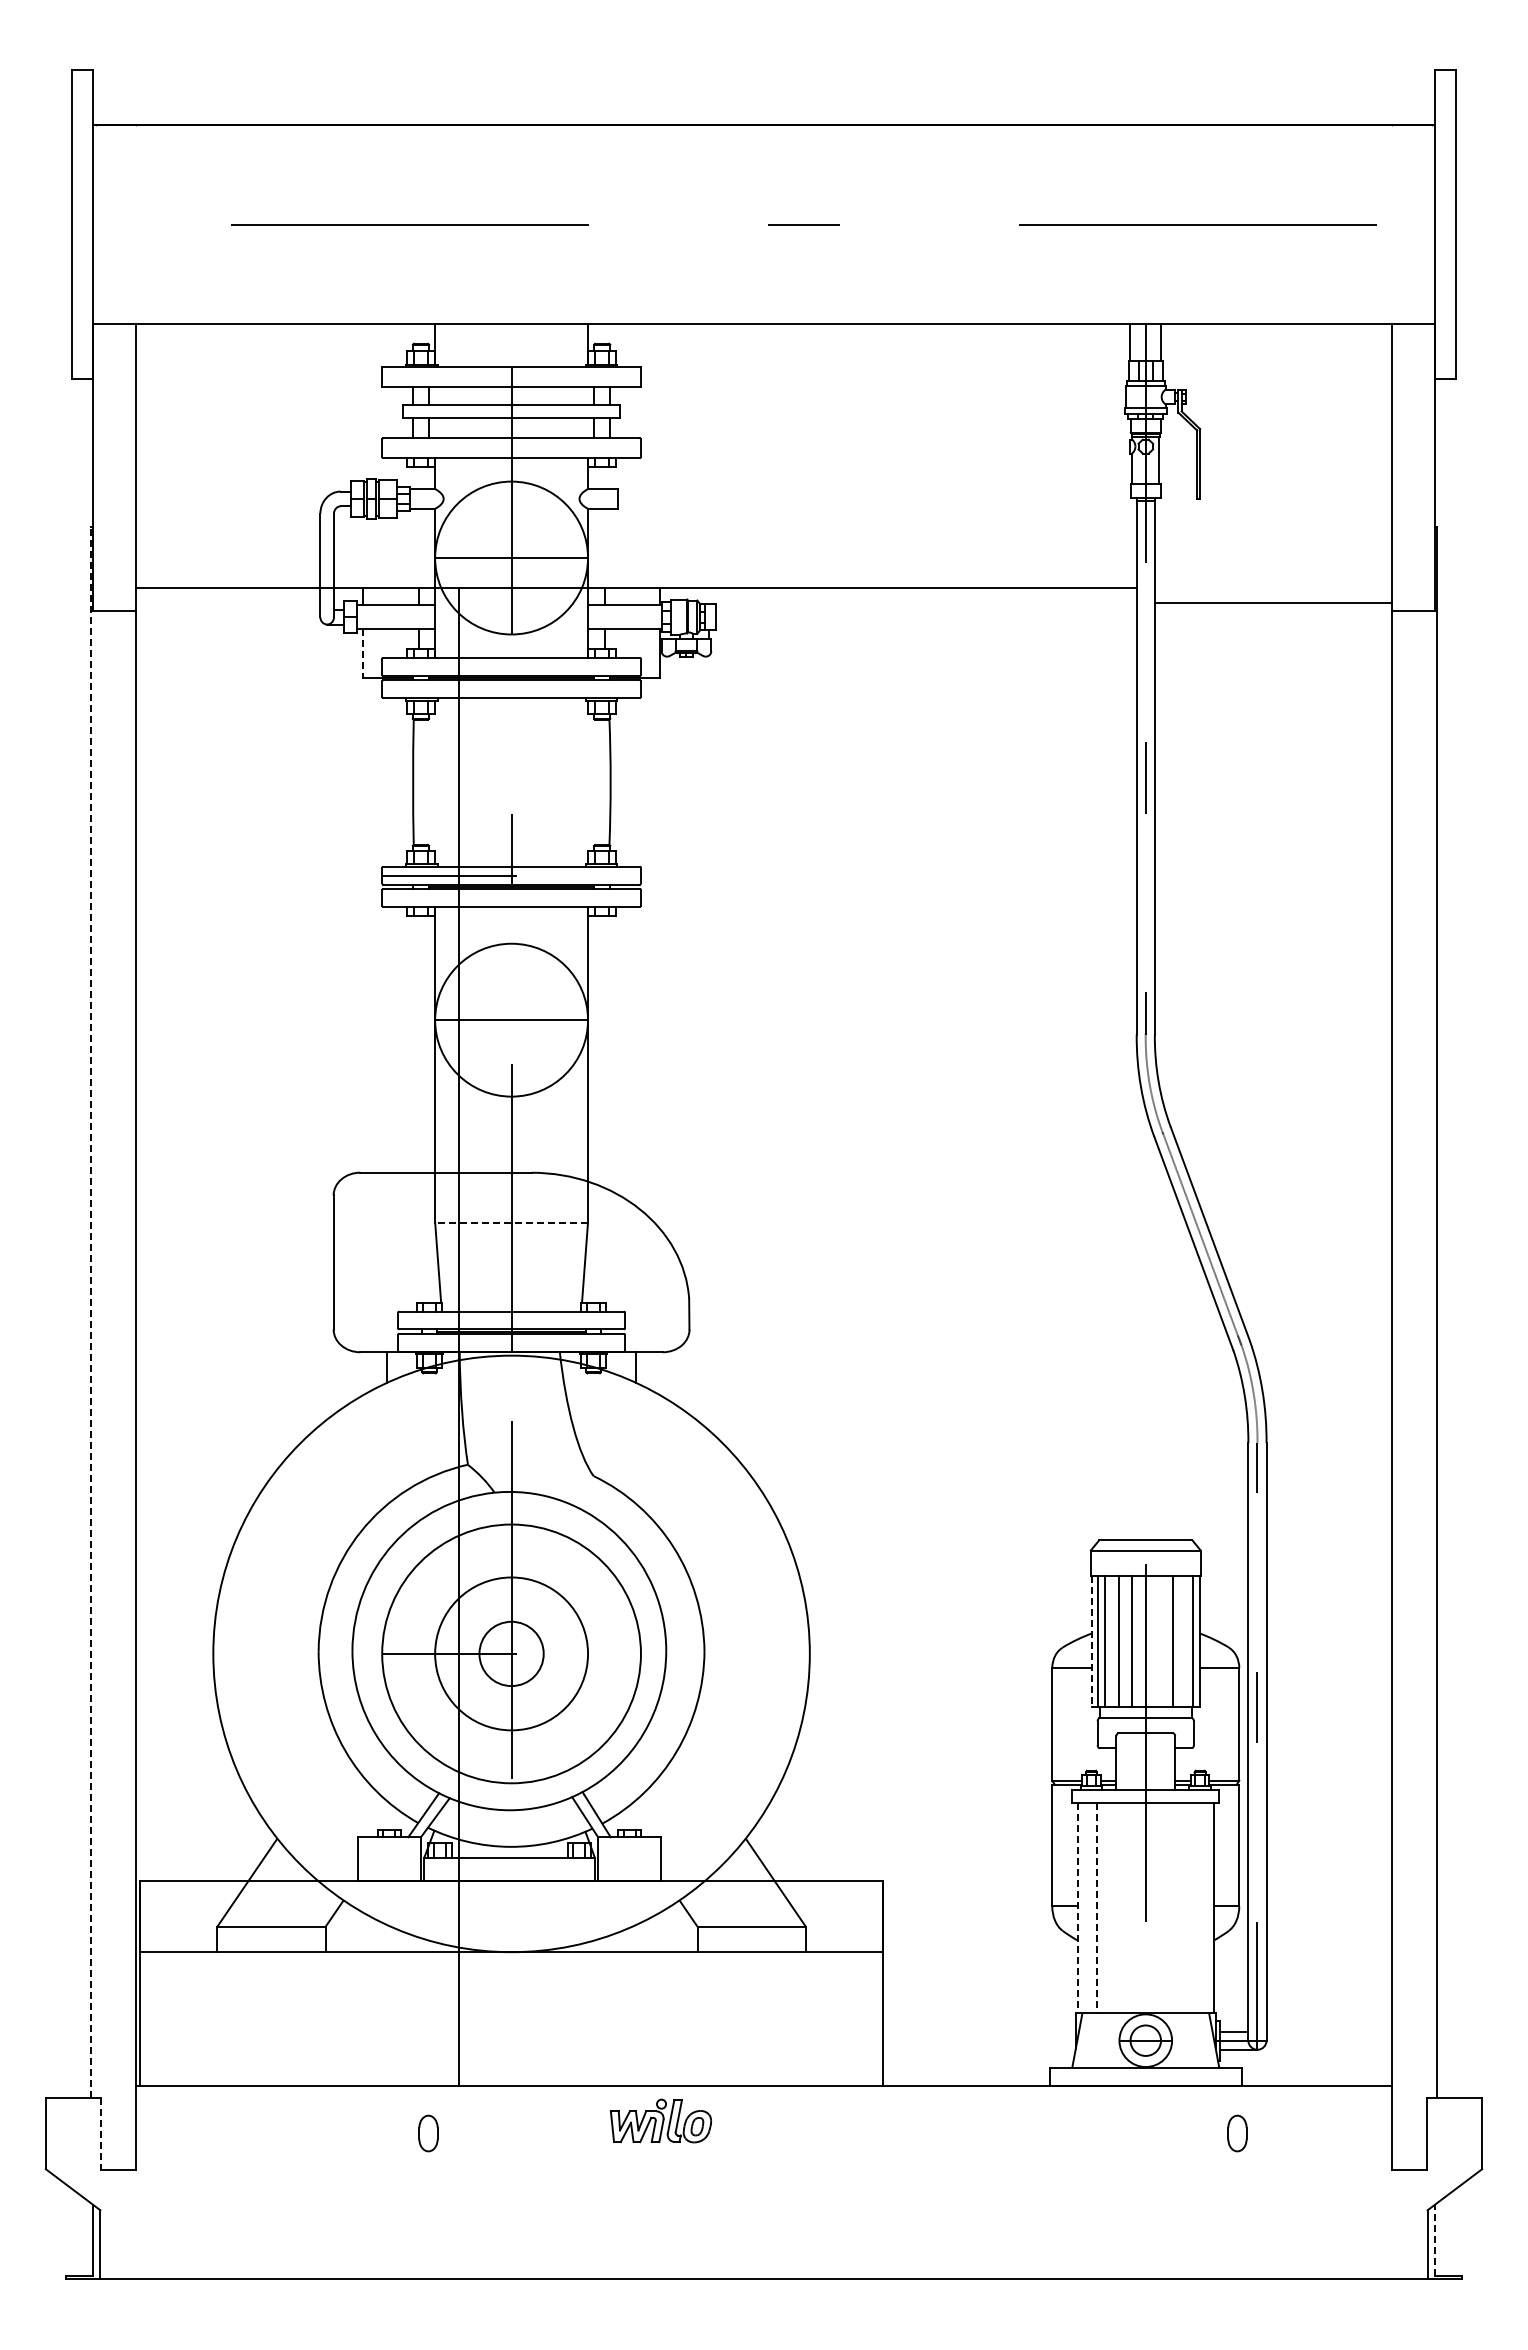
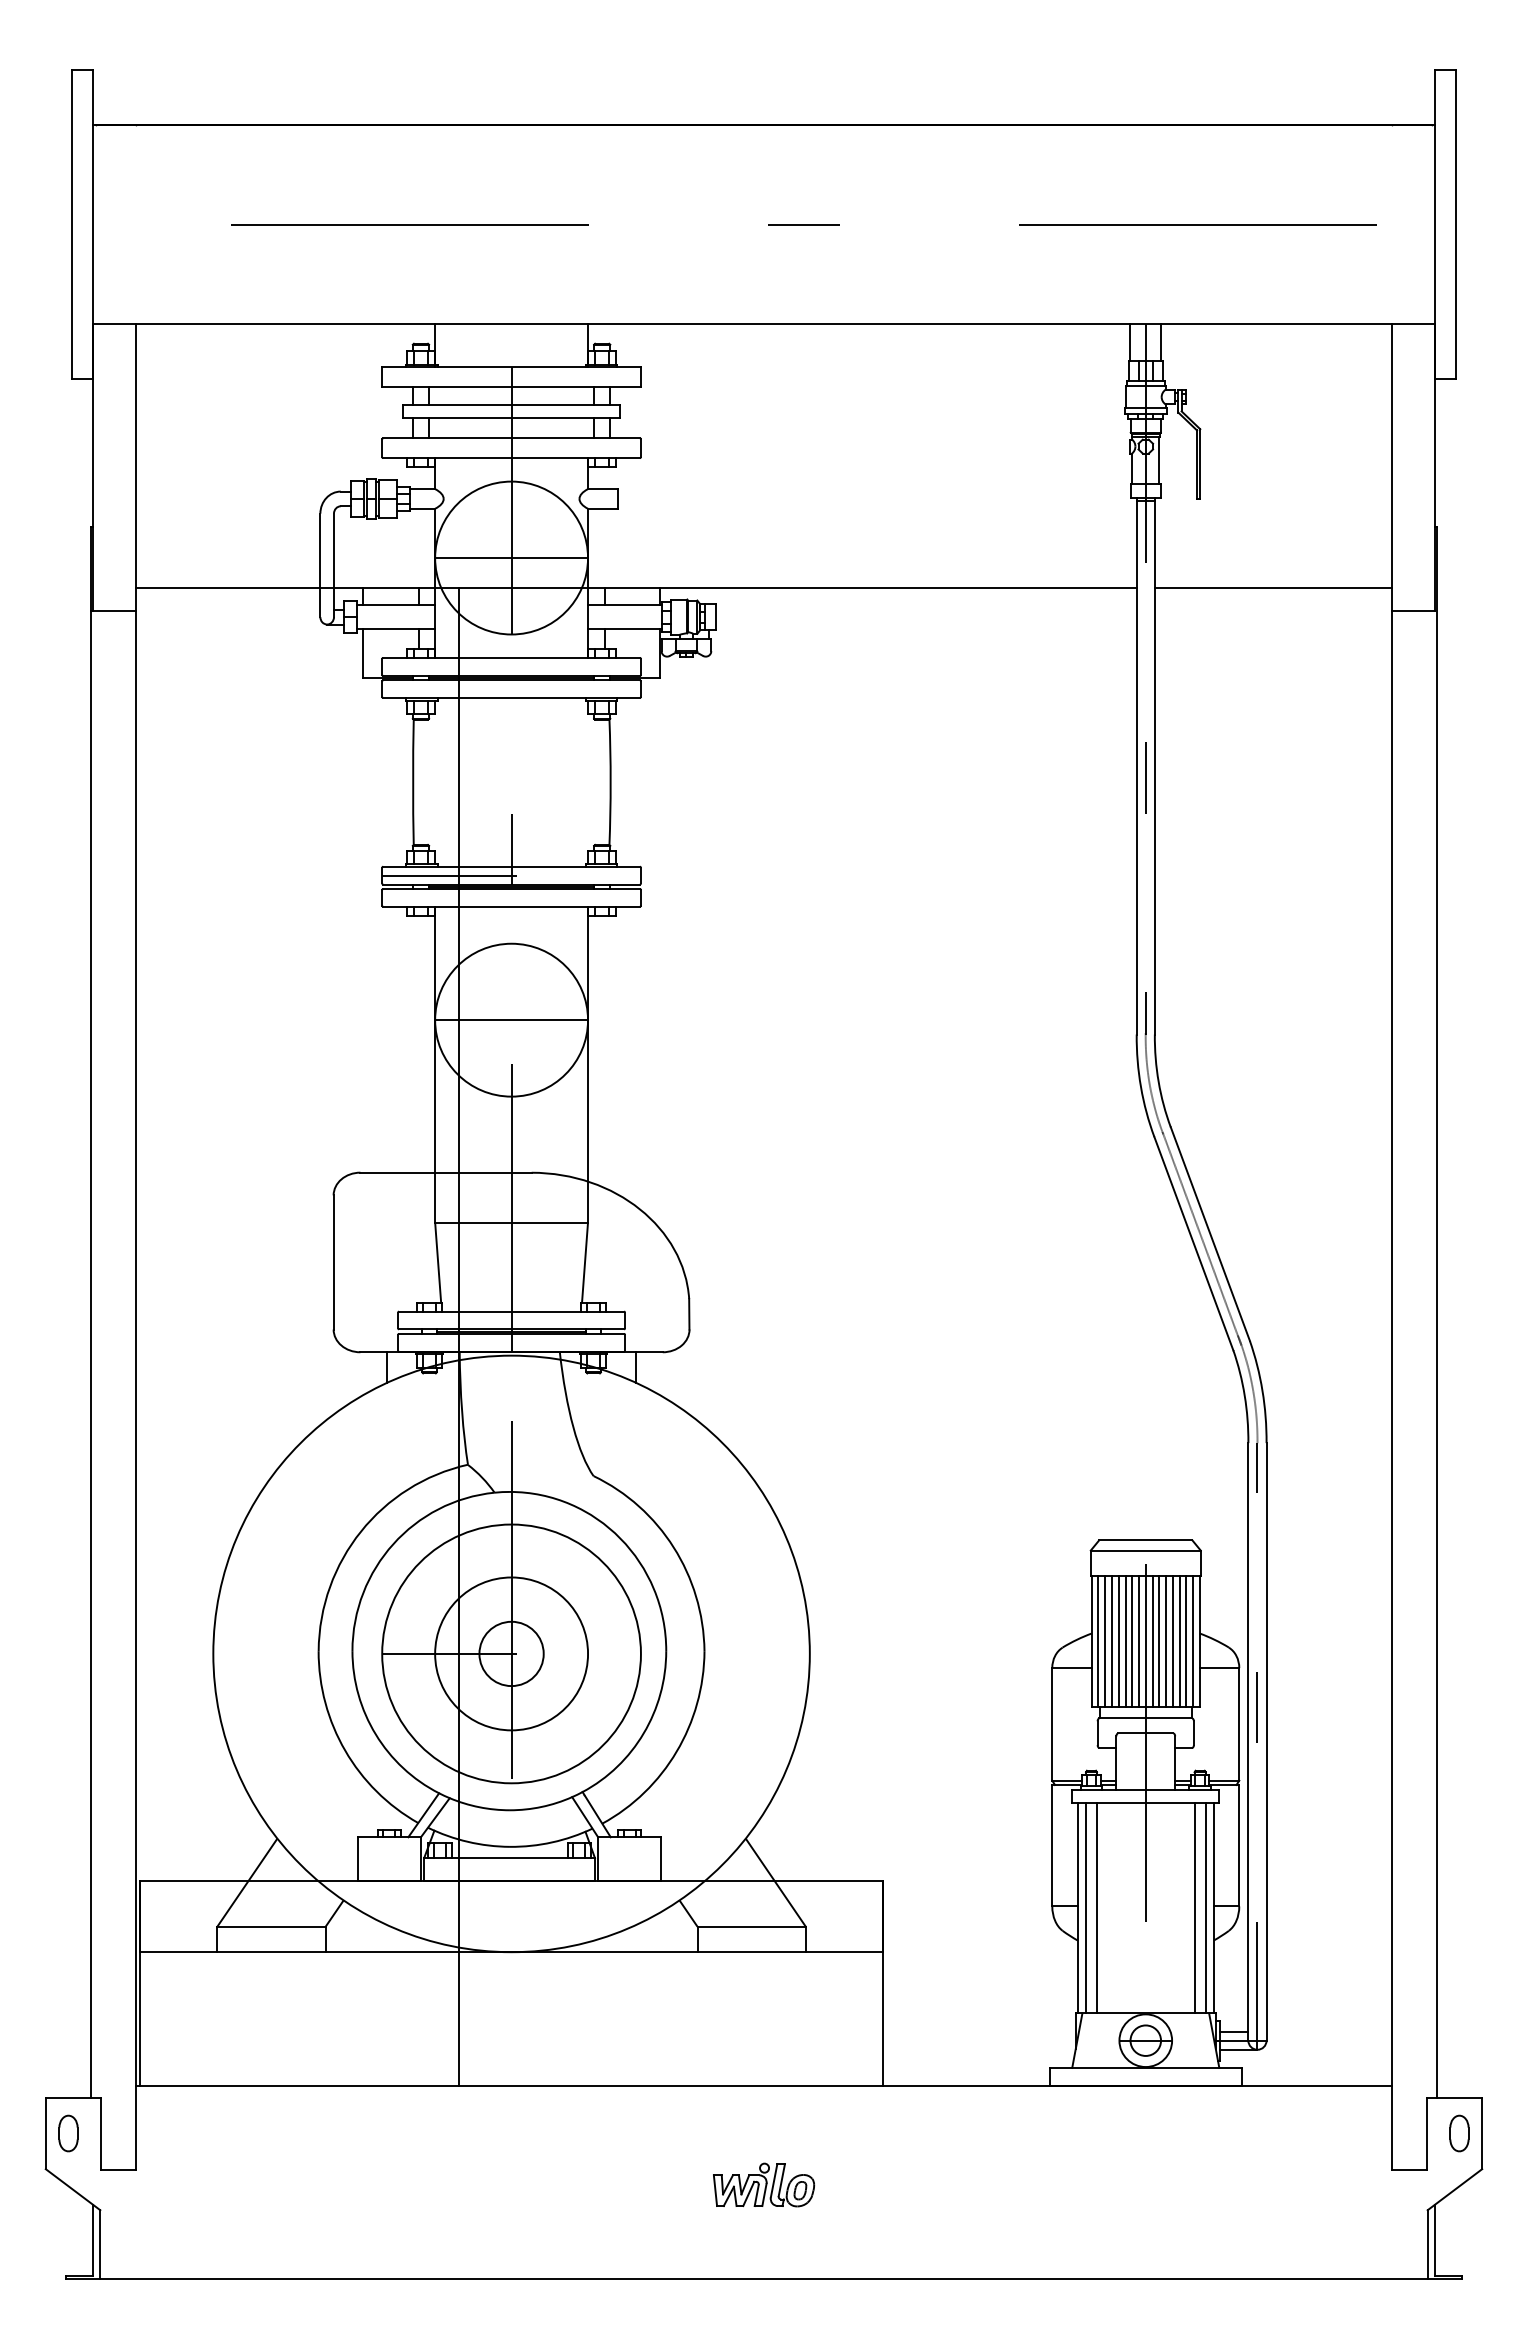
line at (1272, 603) position: (1272, 603) -> (1272, 588)
line at (363, 654): dashed -> solid
line at (511, 1223): dashed -> solid
line at (90, 1312): dashed -> solid
line at (1091, 1641): dashed -> solid
line at (1112, 1641): none -> present
line at (1125, 1641): none -> present
line at (1139, 1641): none -> present
line at (1152, 1641): none -> present
line at (1159, 1641): none -> present
line at (1166, 1641): none -> present
line at (1179, 1641): none -> present
line at (1186, 1641): none -> present
line at (1077, 1908): dashed -> solid
line at (1086, 1908): none -> present
line at (1096, 1908): dashed -> solid
line at (1194, 1908): none -> present
line at (1205, 1908): none -> present
part at (661, 2120) position: (661, 2120) -> (764, 2184)
part at (428, 2133) position: (428, 2133) -> (68, 2133)
part at (1237, 2133) position: (1237, 2133) -> (1459, 2133)
line at (100, 2134): dashed -> solid
line at (1434, 2240): dashed -> solid
